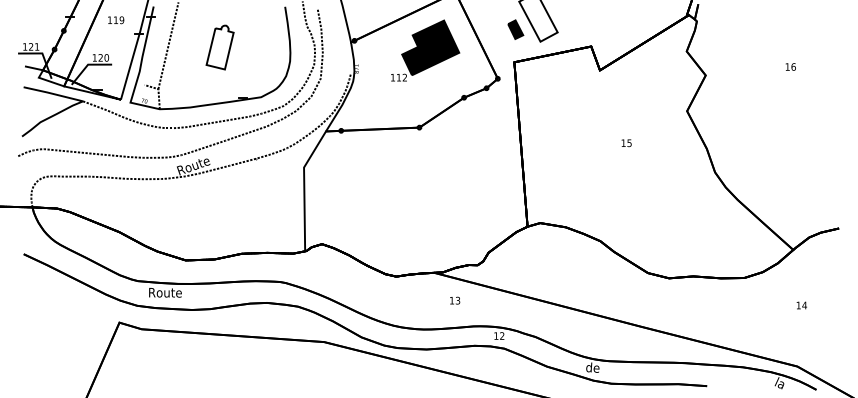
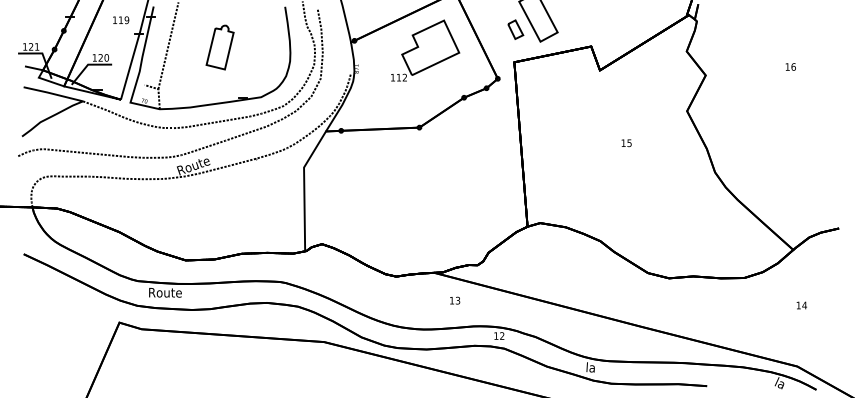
text at (116, 20) position: (116, 20) -> (121, 20)
fill at (515, 29): present -> none
fill at (430, 47): present -> none
text at (592, 367): de -> la
